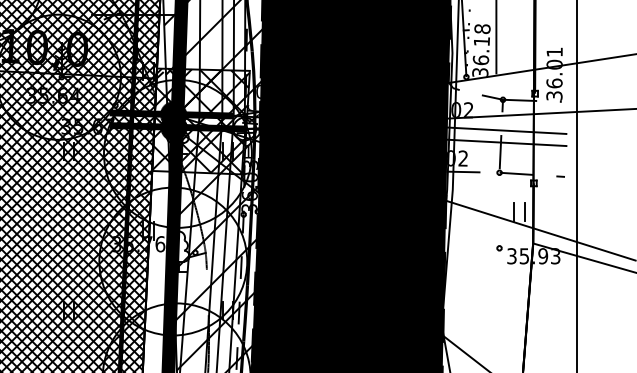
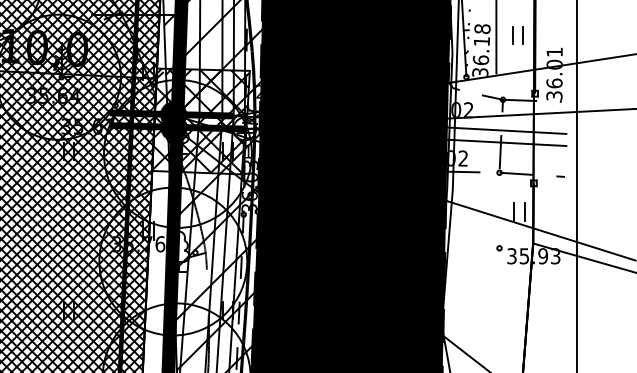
part at (517, 35): none -> present
text at (258, 91): 0 -> 2
